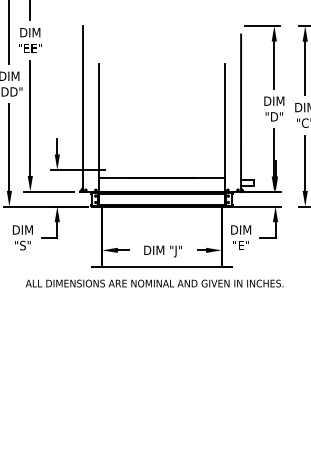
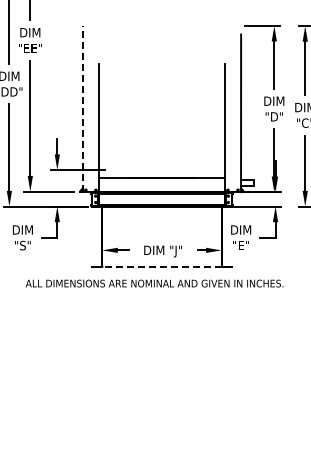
line at (82, 108): solid -> dashed
line at (162, 266): solid -> dashed
